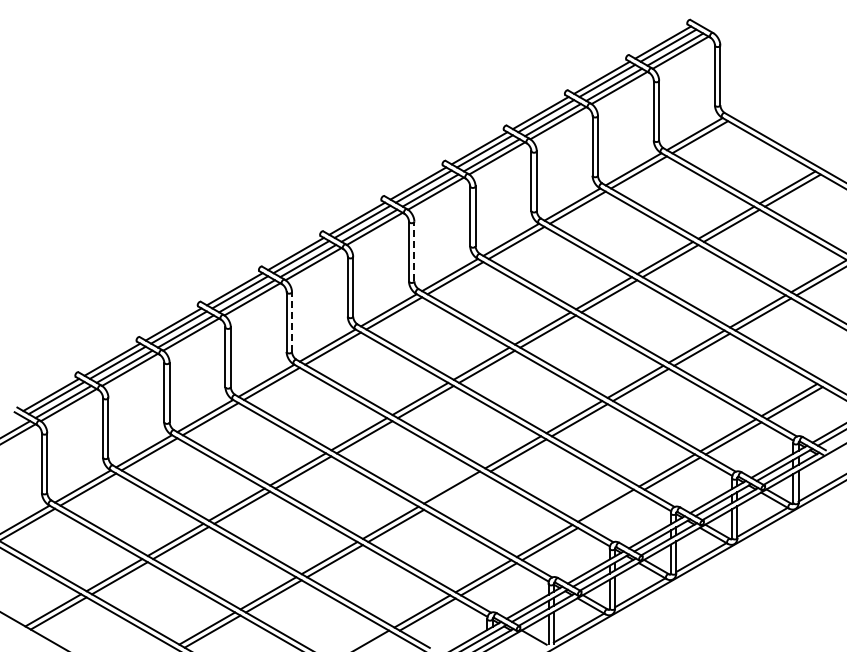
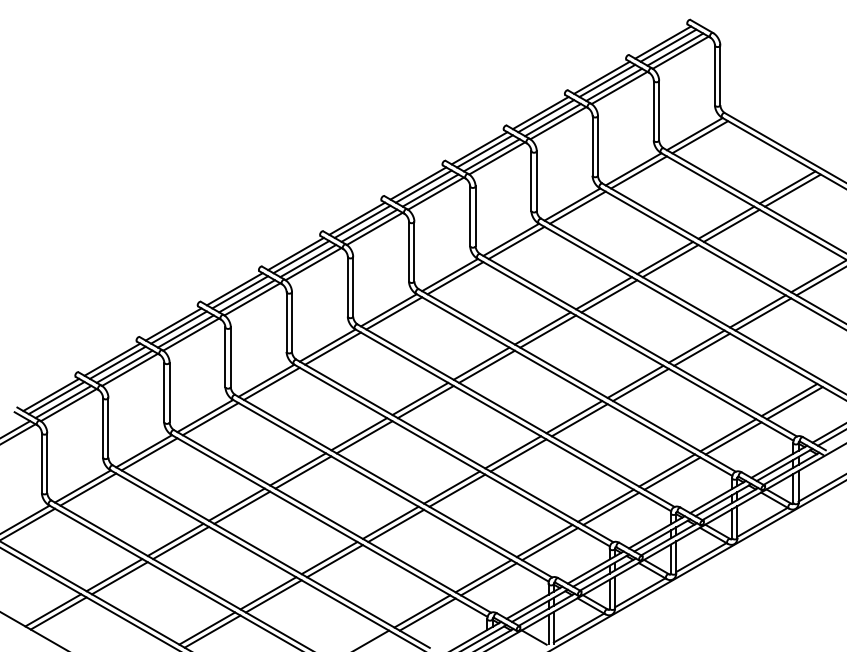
line at (414, 251): dashed -> solid
line at (292, 322): dashed -> solid
line at (457, 490): none -> present
line at (611, 508): none -> present
